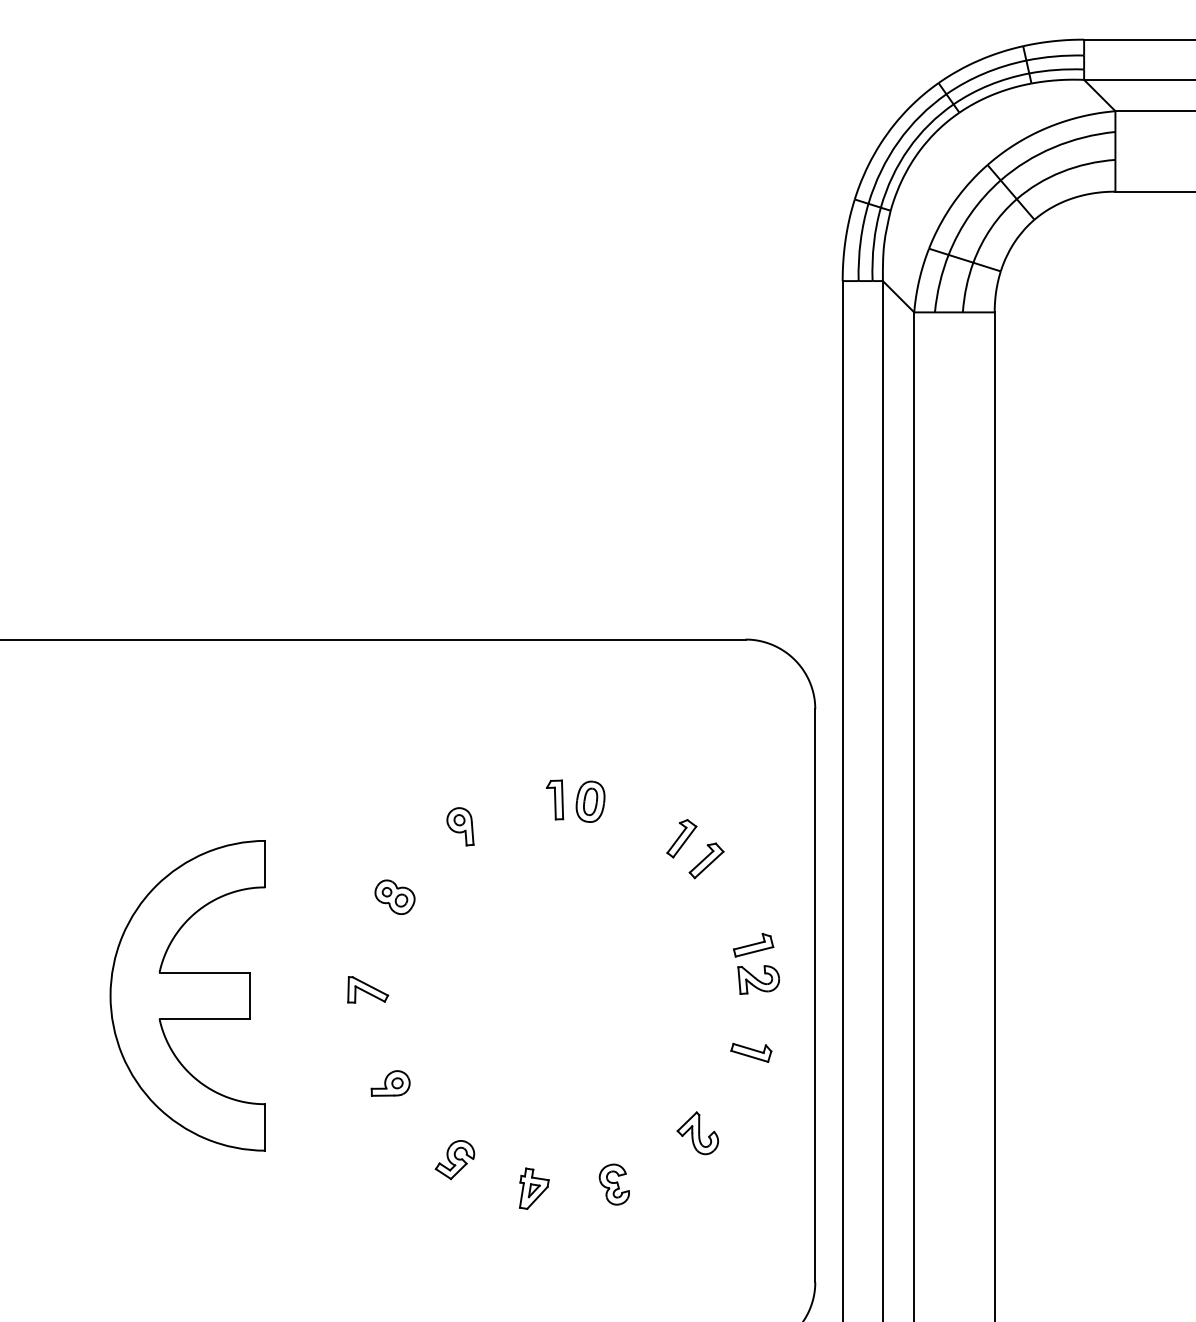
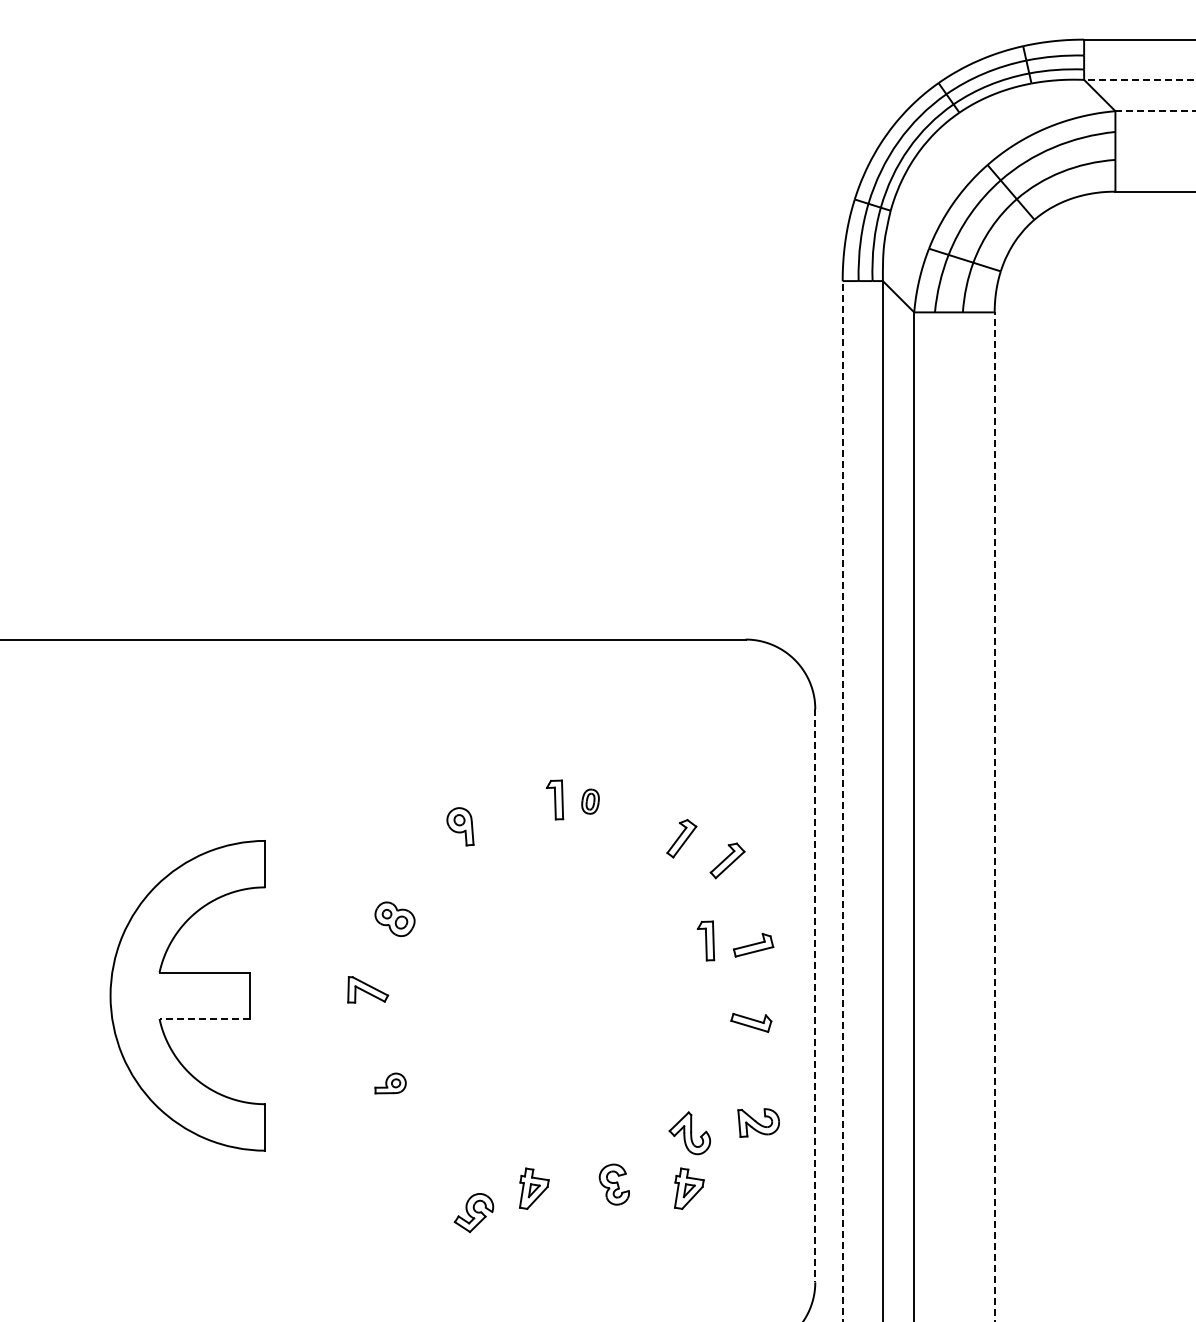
line at (1139, 79): solid -> dashed
line at (1155, 111): solid -> dashed
line at (842, 800): solid -> dashed
part at (590, 801) size: 31x43 px -> 19x27 px
line at (994, 816): solid -> dashed
part at (706, 860) position: (706, 860) -> (727, 860)
part at (394, 896) position: (394, 896) -> (394, 918)
part at (705, 940): none -> present
part at (758, 979) position: (758, 979) -> (758, 1122)
line at (815, 995): solid -> dashed
line at (204, 1019): solid -> dashed
part at (751, 1052) position: (751, 1052) -> (751, 1022)
part at (390, 1083) size: 41x27 px -> 33x23 px
part at (697, 1133) position: (697, 1133) -> (689, 1133)
part at (454, 1160) position: (454, 1160) -> (473, 1213)
part at (689, 1188): none -> present
